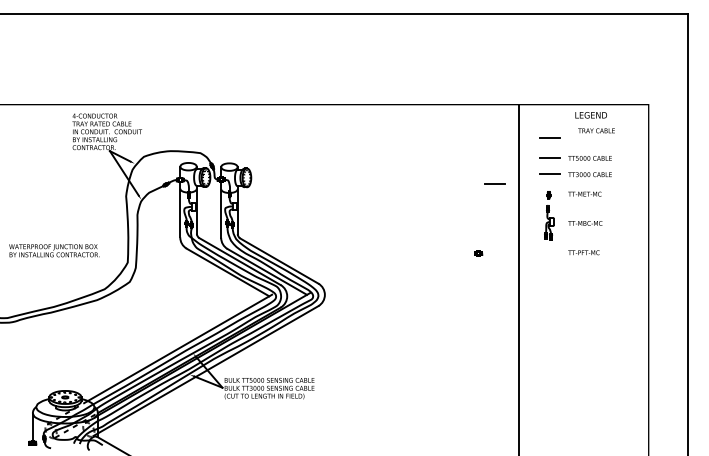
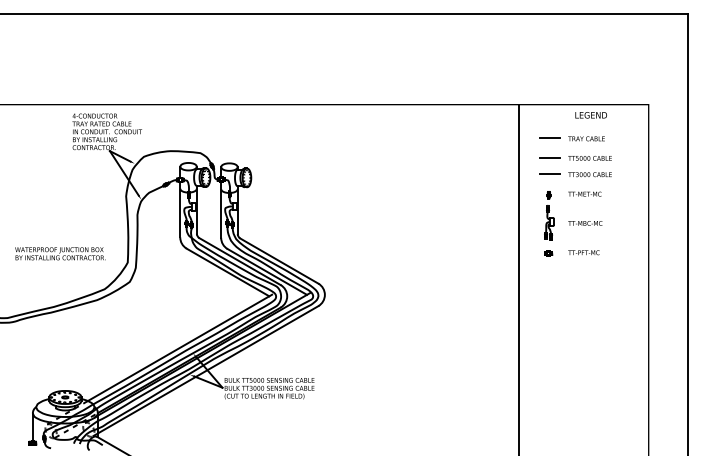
text at (596, 130) position: (596, 130) -> (586, 138)
line at (494, 183): present -> none
text at (54, 250) position: (54, 250) -> (60, 253)
part at (478, 253) position: (478, 253) -> (548, 253)
